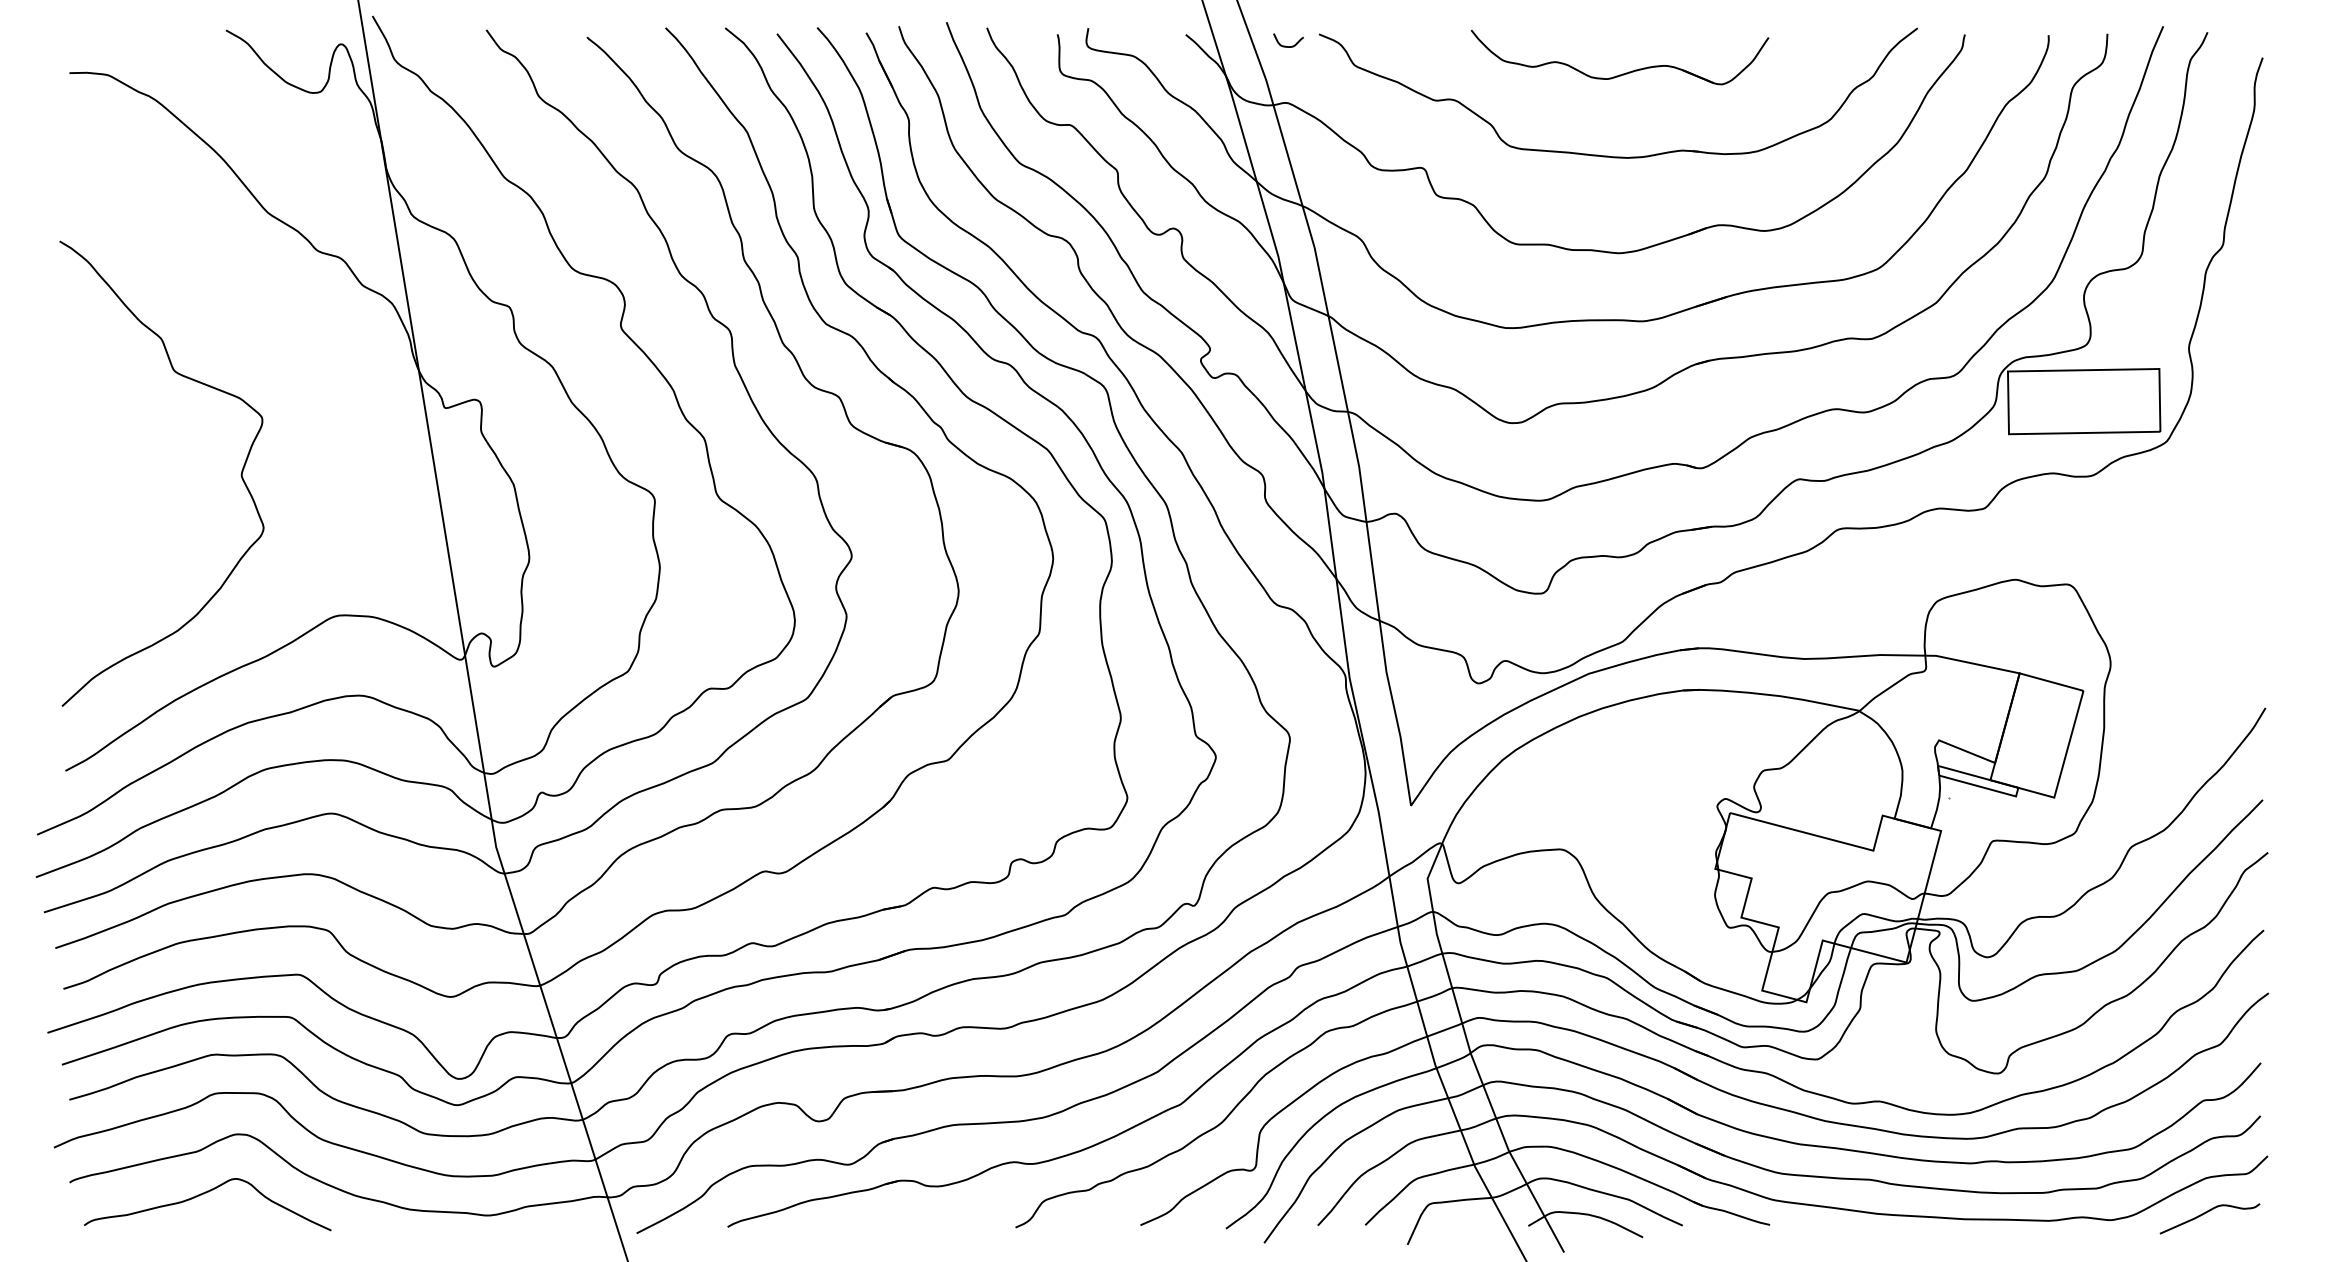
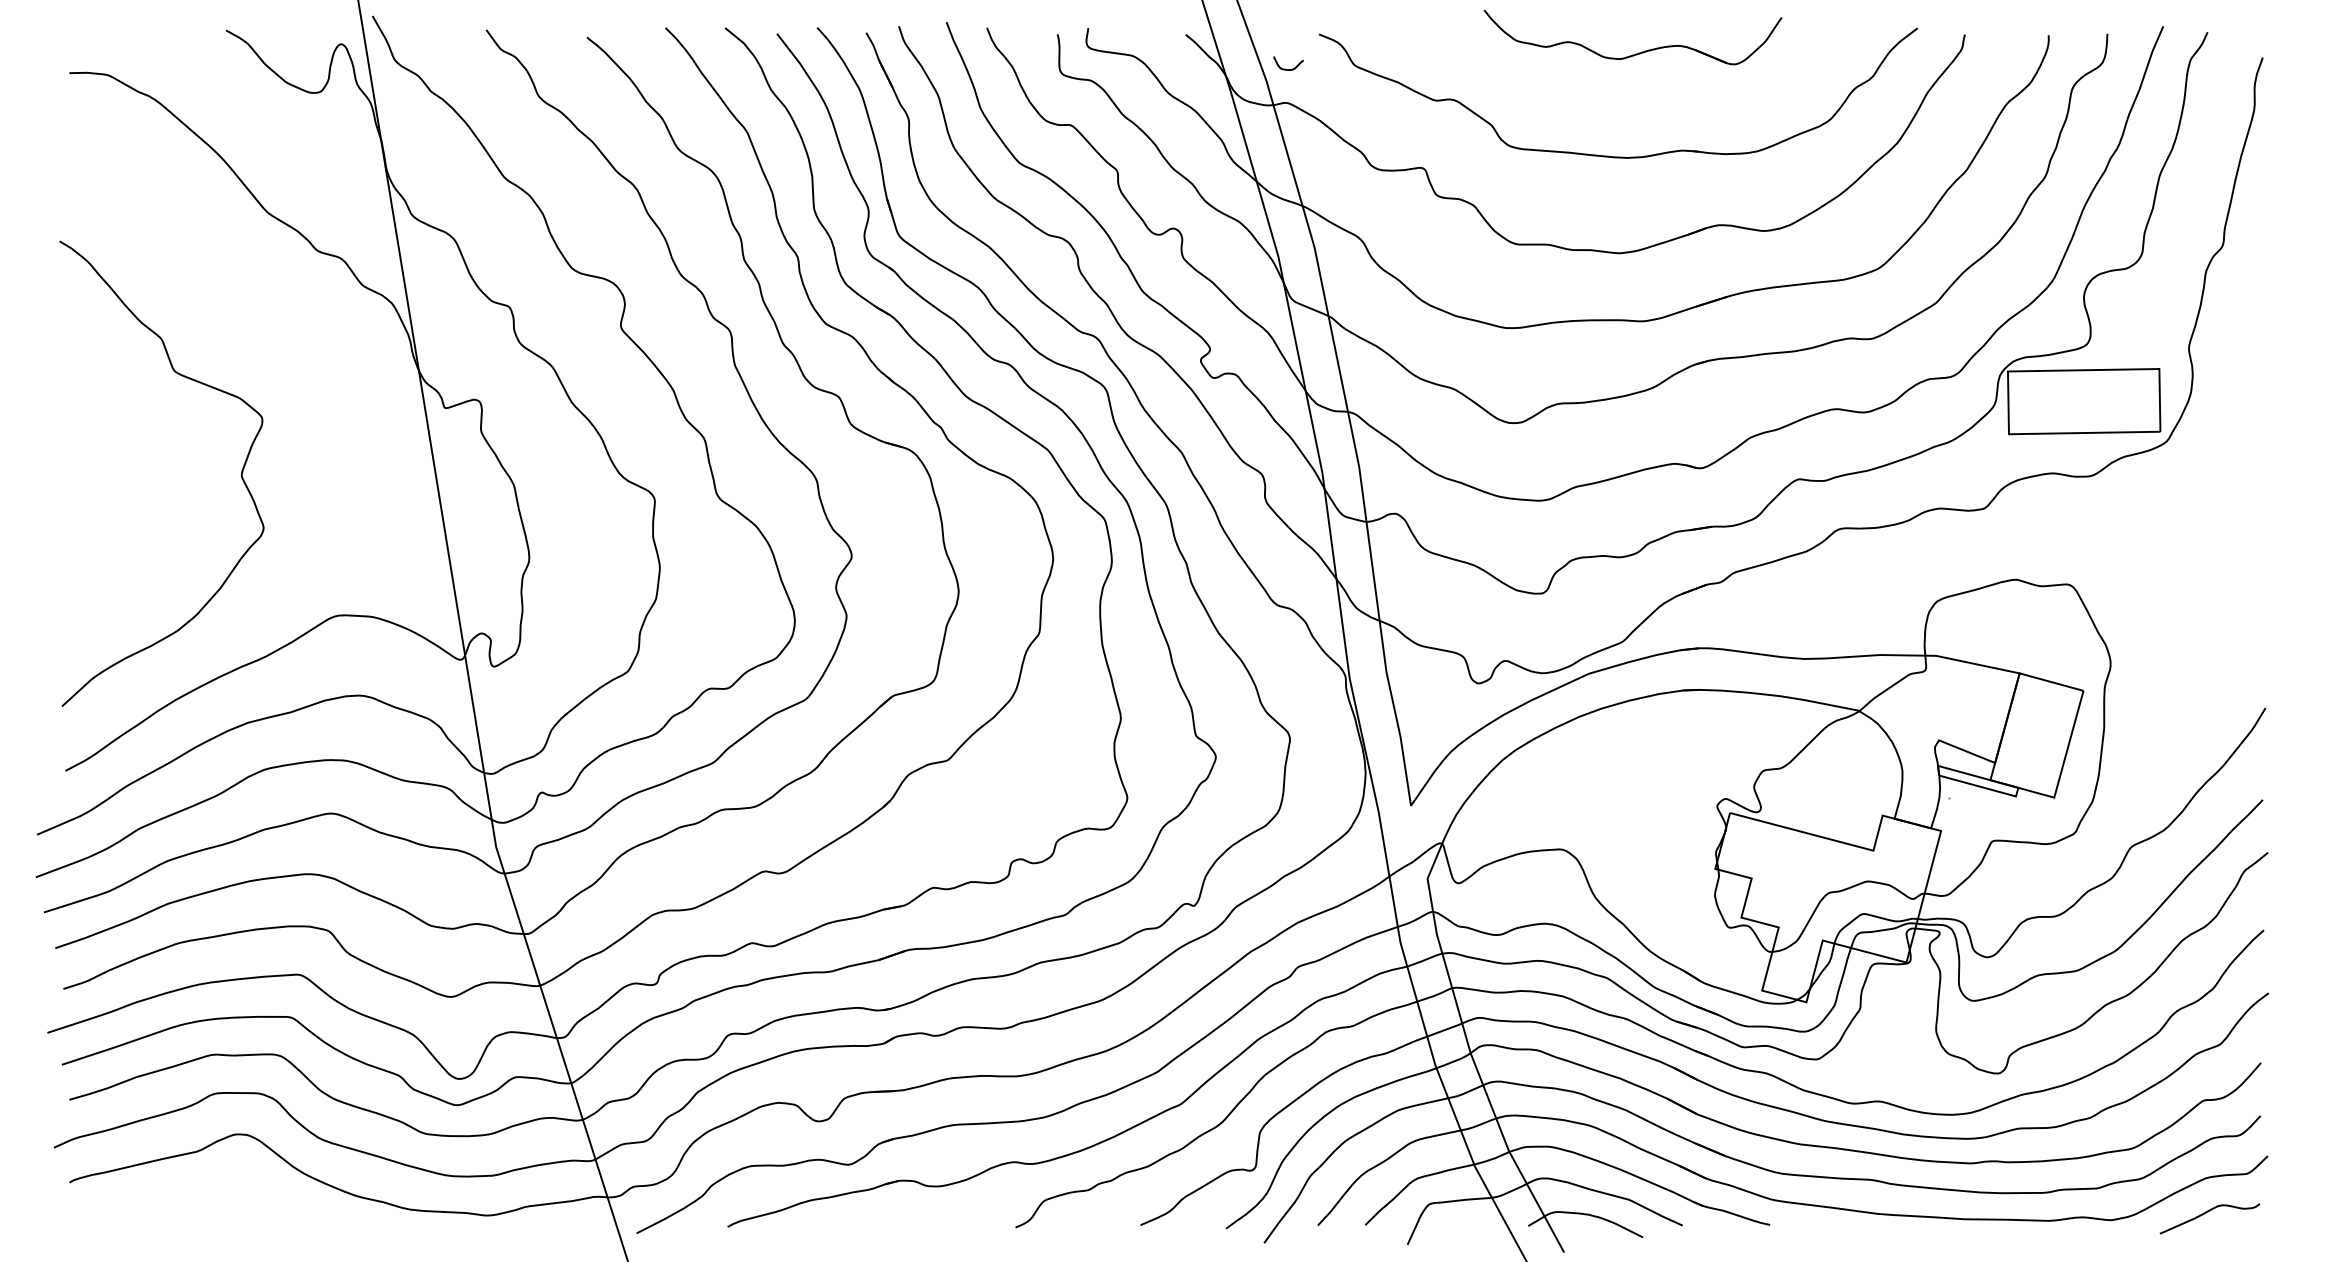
curve at (1285, 45) position: (1285, 45) -> (1285, 68)
part at (1625, 72) position: (1625, 72) -> (1638, 52)
curve at (203, 1194): present -> none
